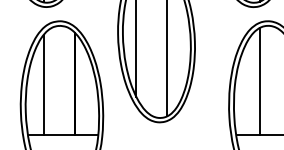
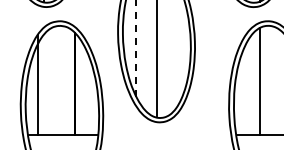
line at (136, 47): solid -> dashed
line at (167, 59) position: (167, 59) -> (157, 59)
line at (43, 85) position: (43, 85) -> (37, 85)
